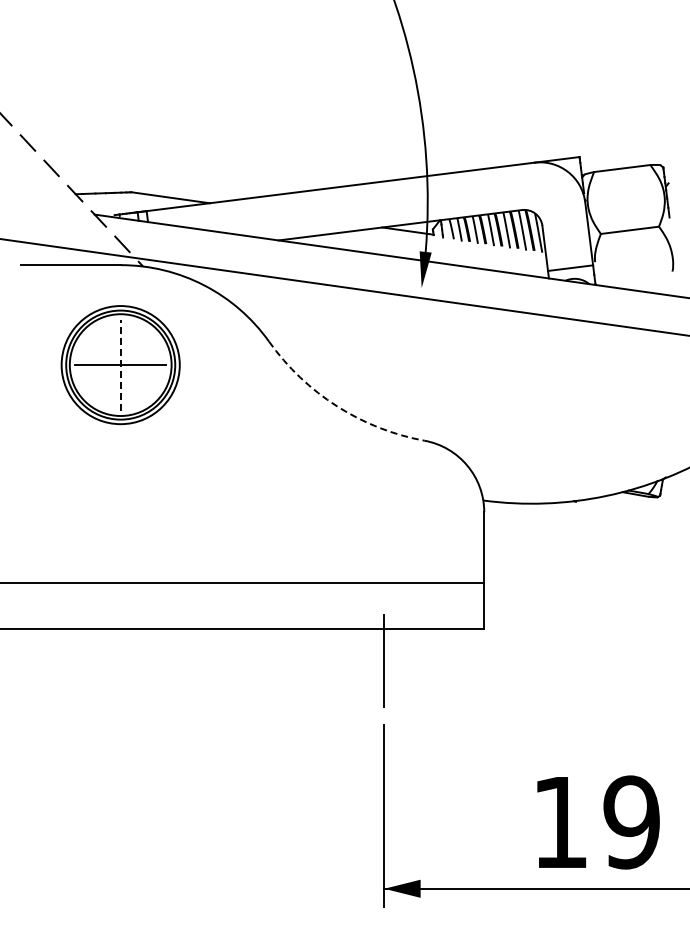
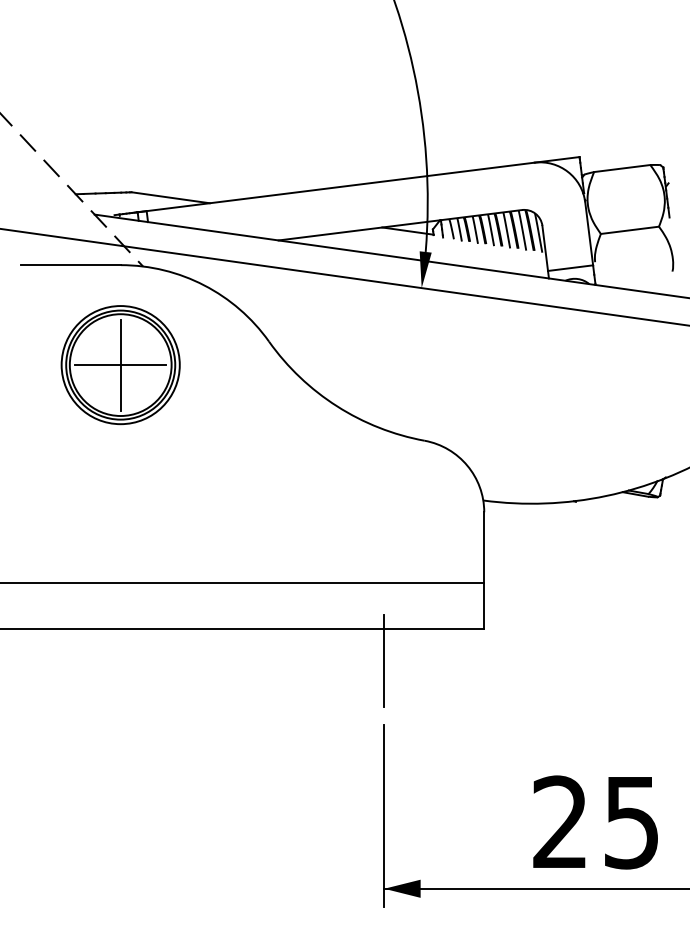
line at (344, 287) position: (344, 287) -> (344, 277)
line at (120, 364): dashed -> solid
arc at (337, 406): dashed -> solid
text at (596, 822): 19 -> 25
